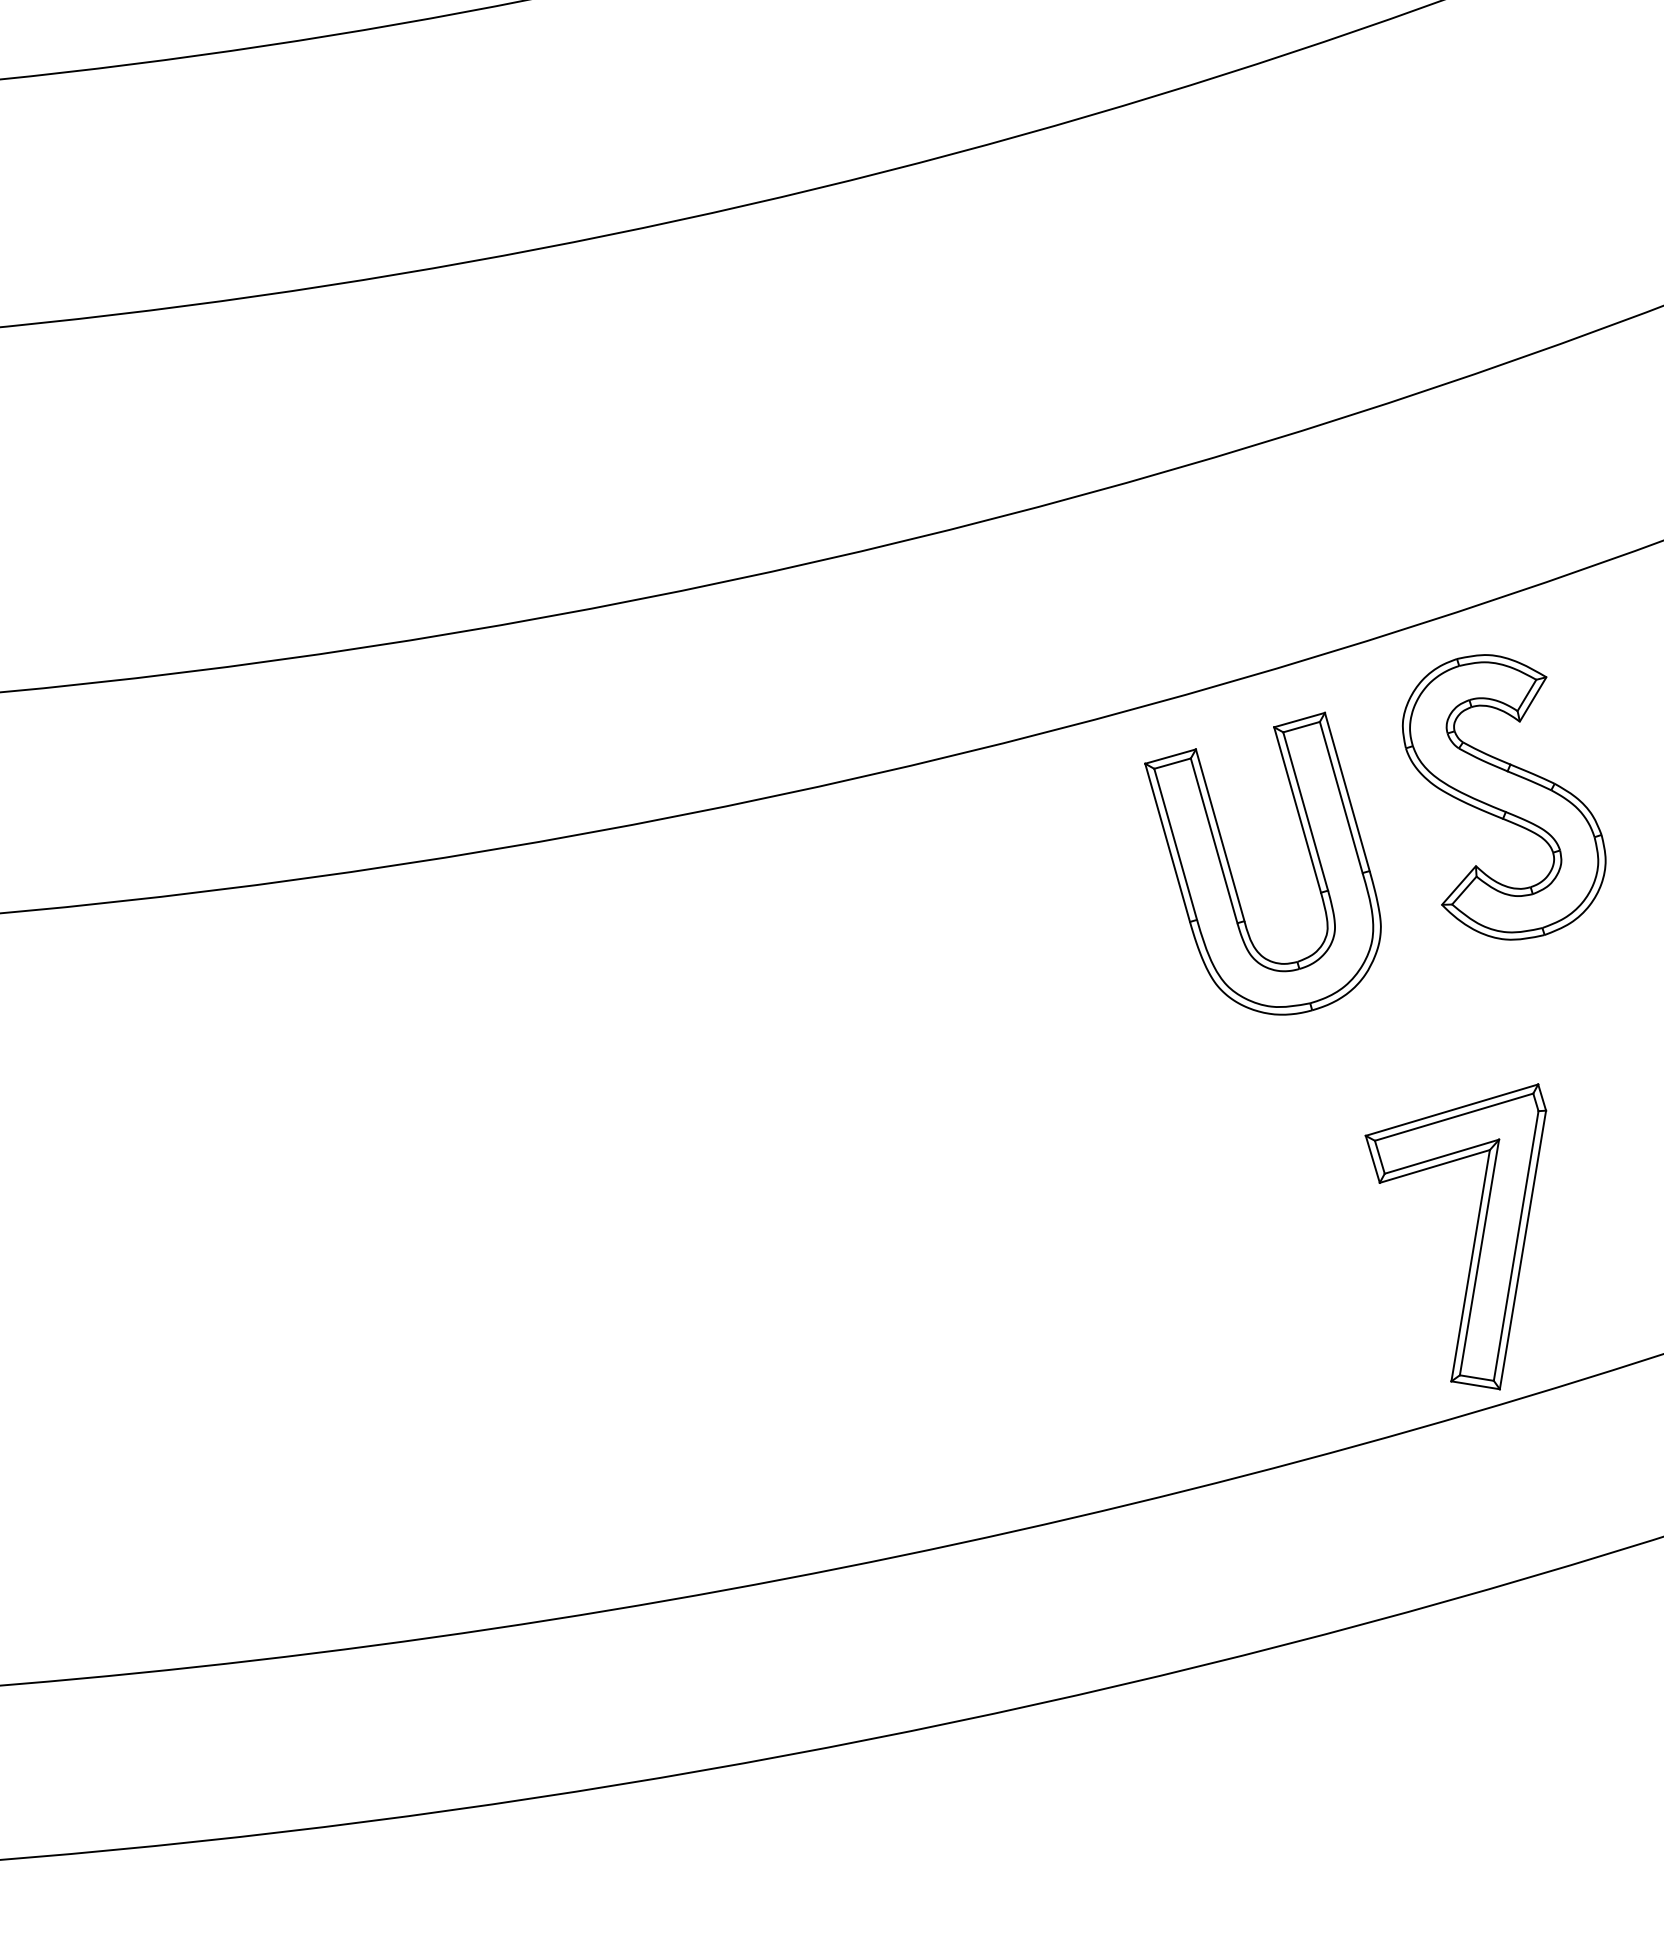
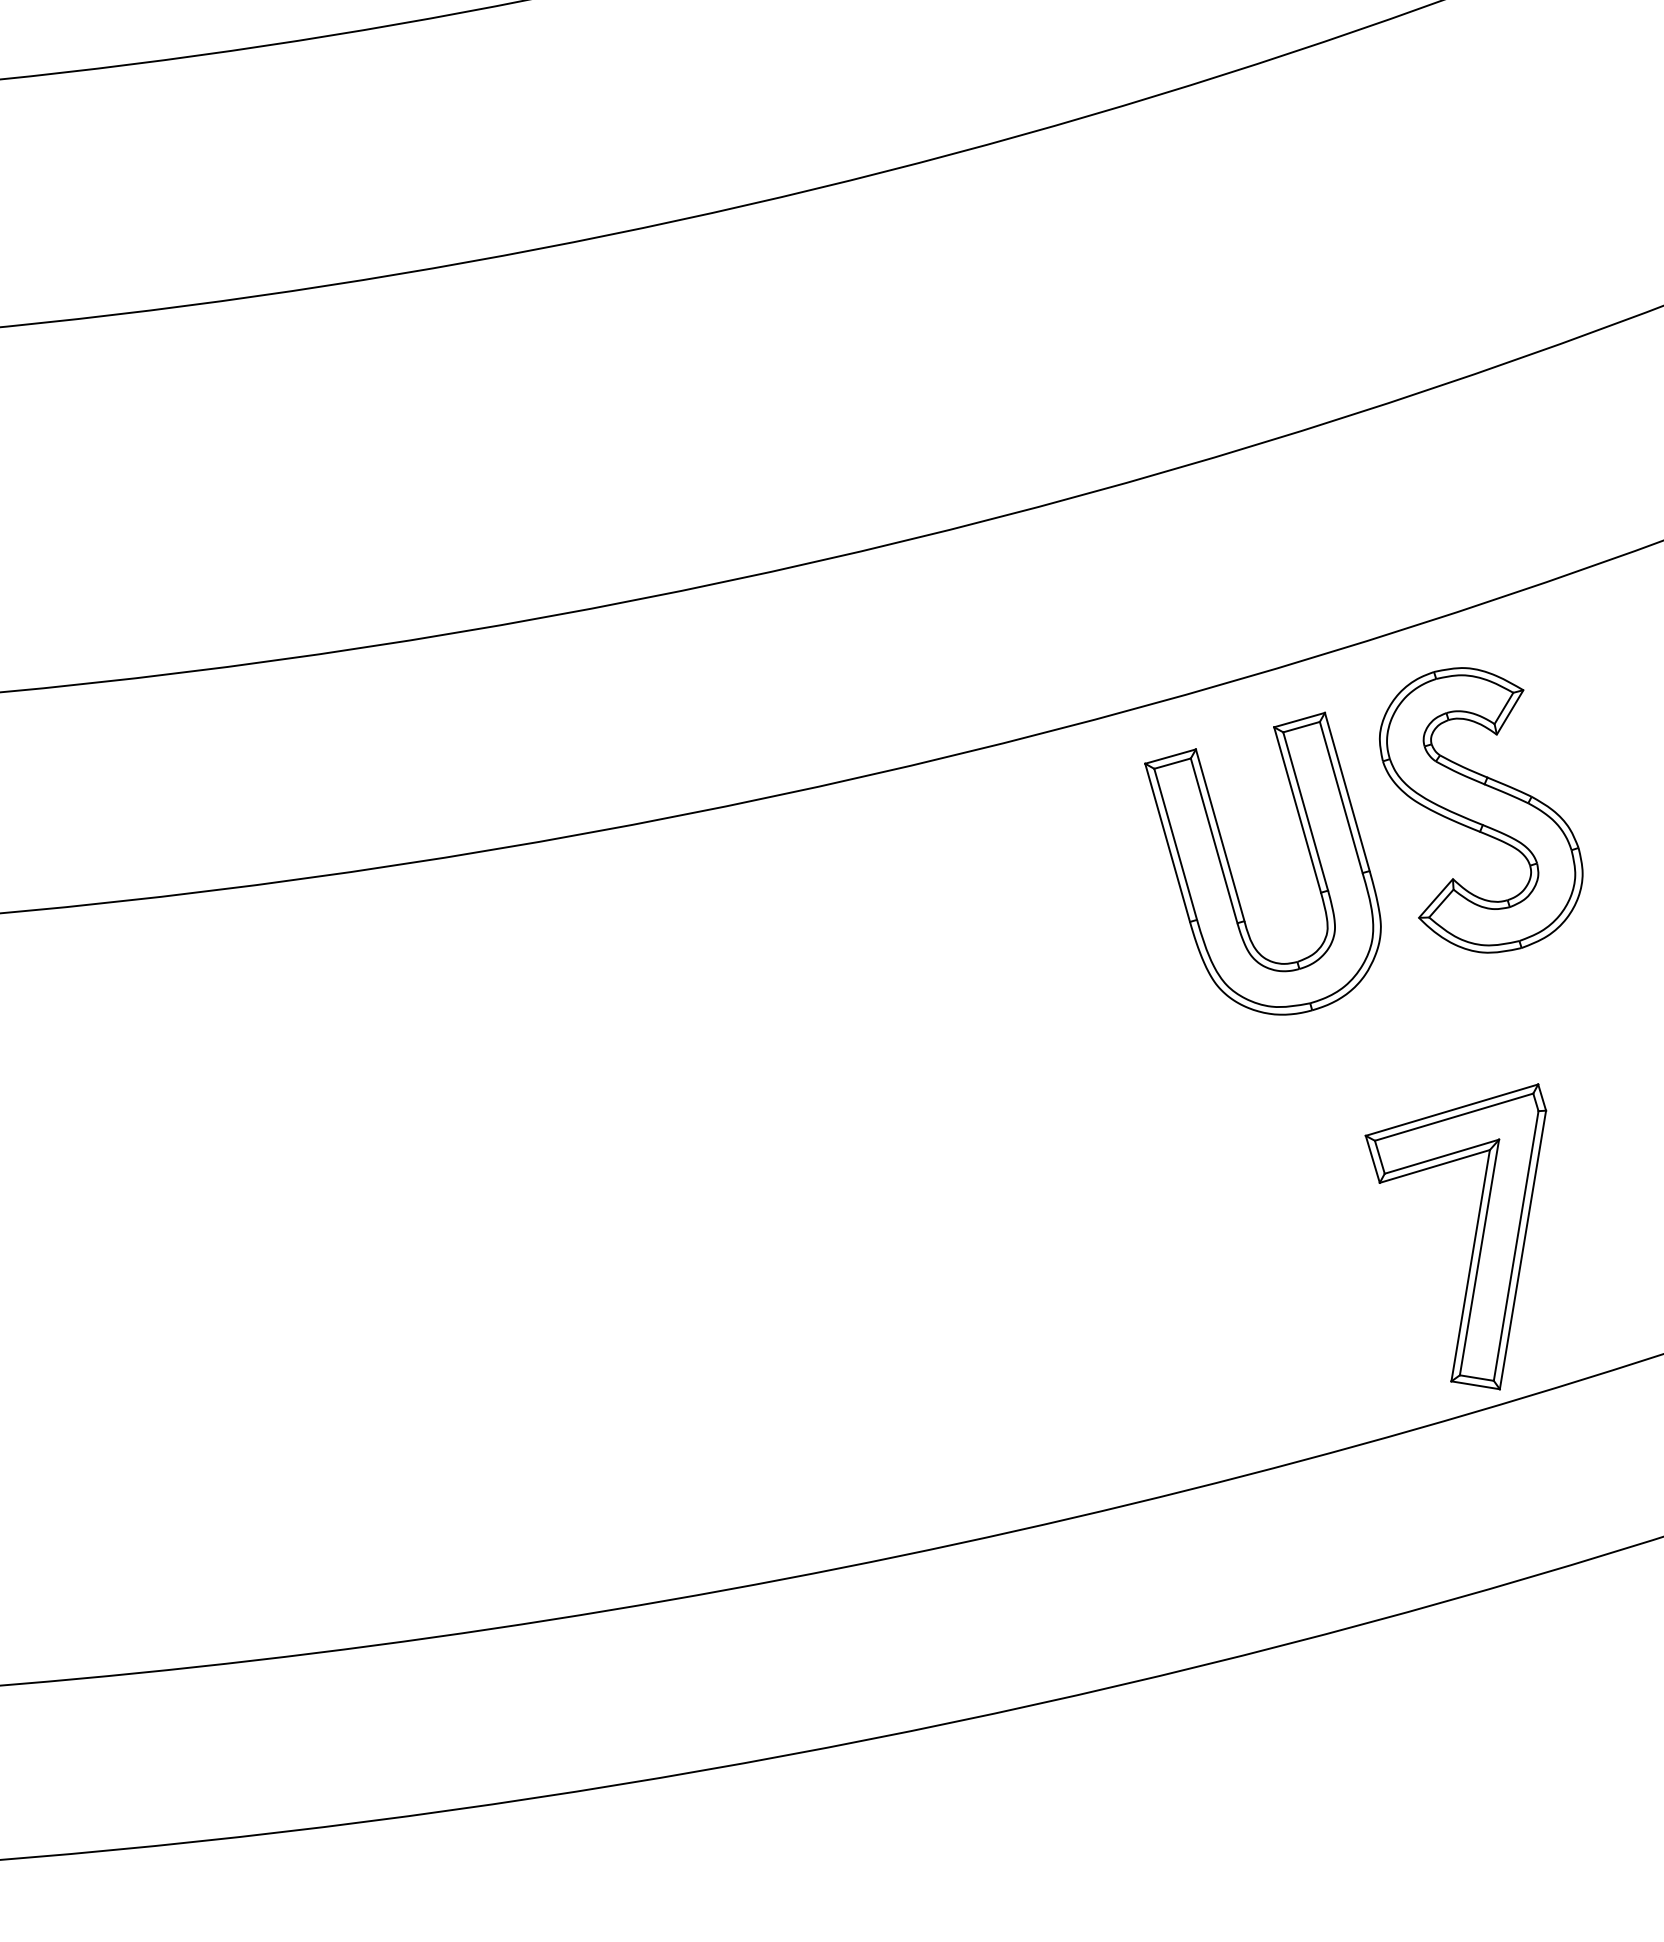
part at (1504, 797) position: (1504, 797) -> (1481, 810)
